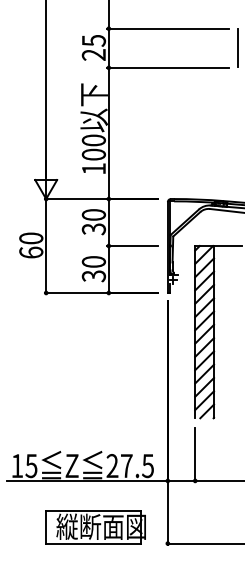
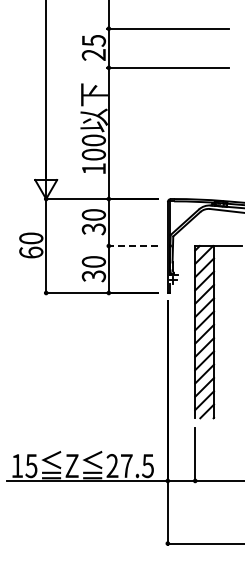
line at (237, 48): present -> none
line at (132, 246): solid -> dashed
part at (95, 527): present -> none
